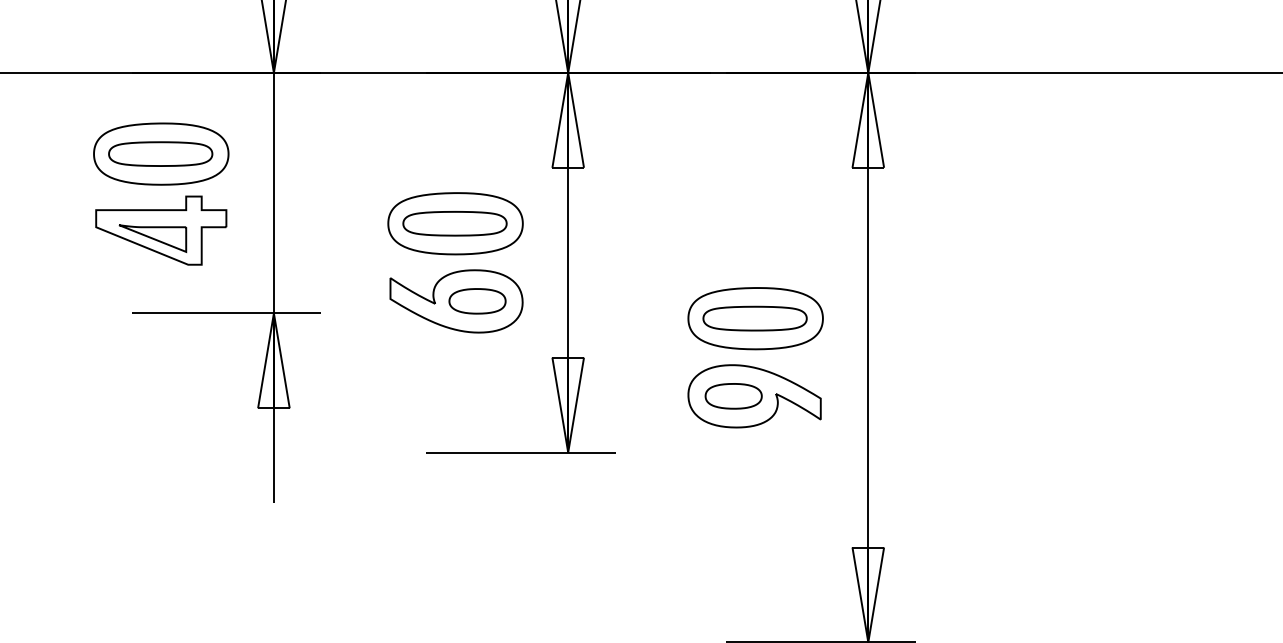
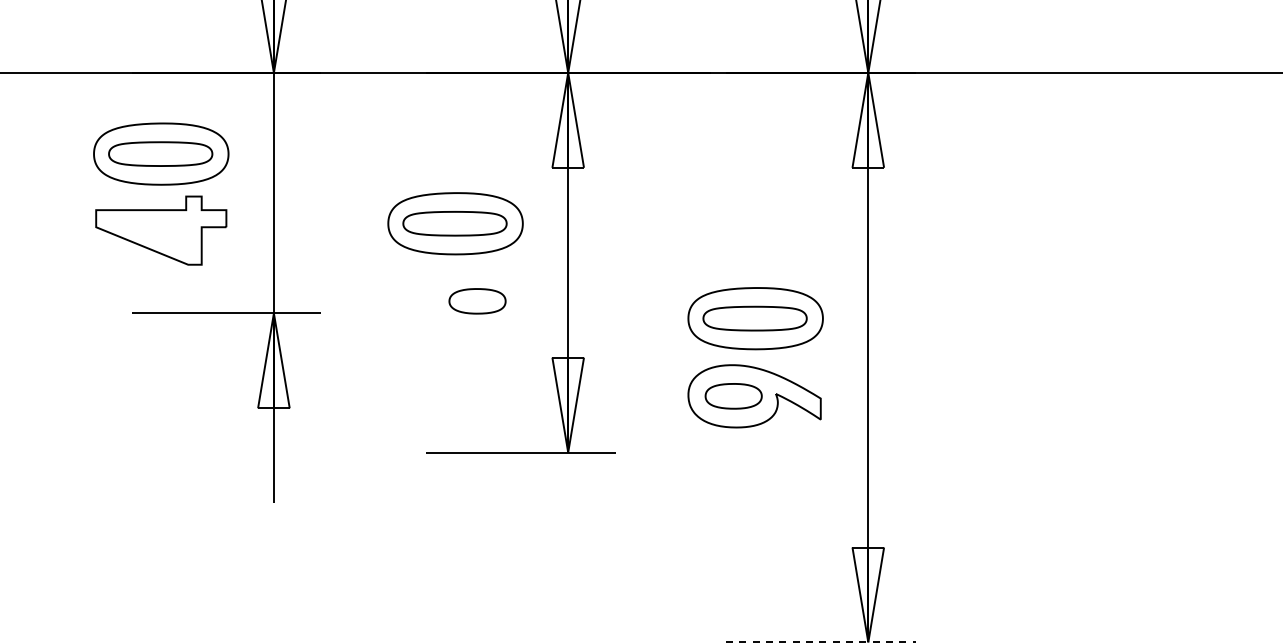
part at (152, 238): present -> none
part at (456, 301): present -> none
line at (820, 642): solid -> dashed
